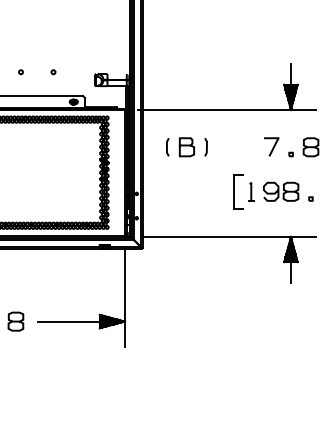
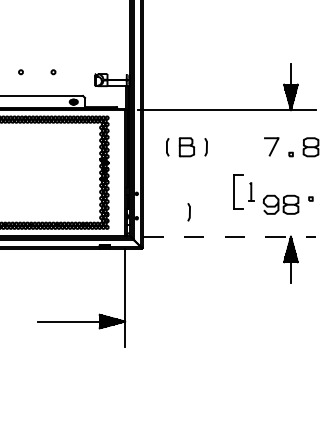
part at (280, 191) position: (280, 191) -> (280, 204)
curve at (189, 212): none -> present
line at (230, 236): solid -> dashed
curve at (15, 321): present -> none
